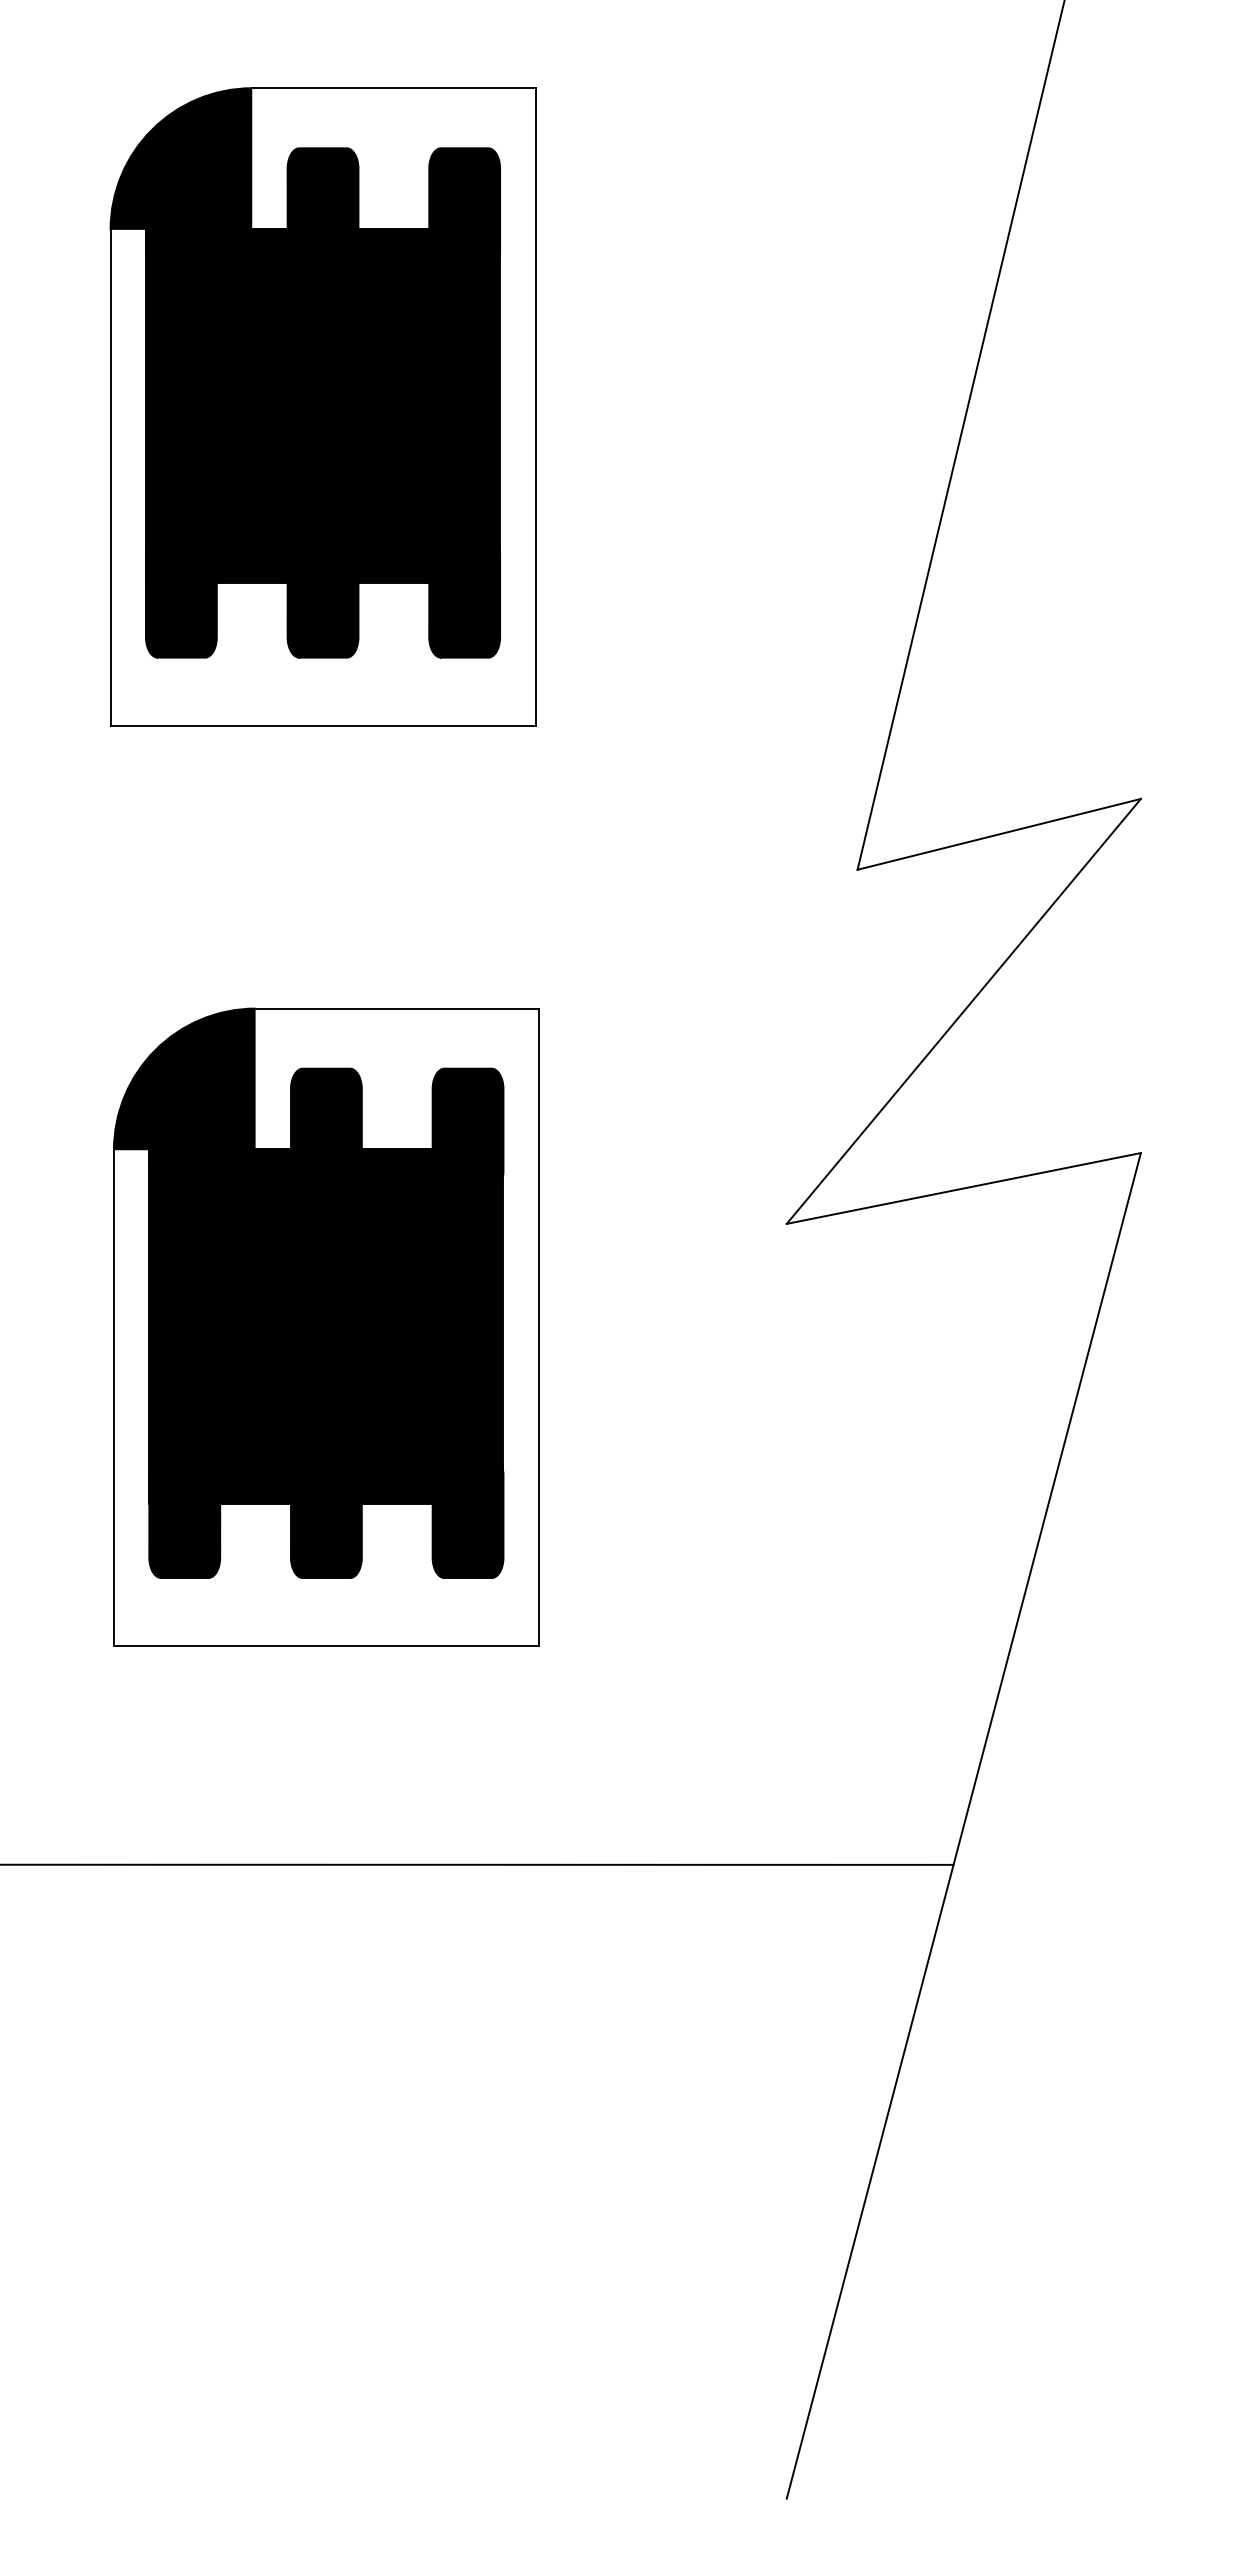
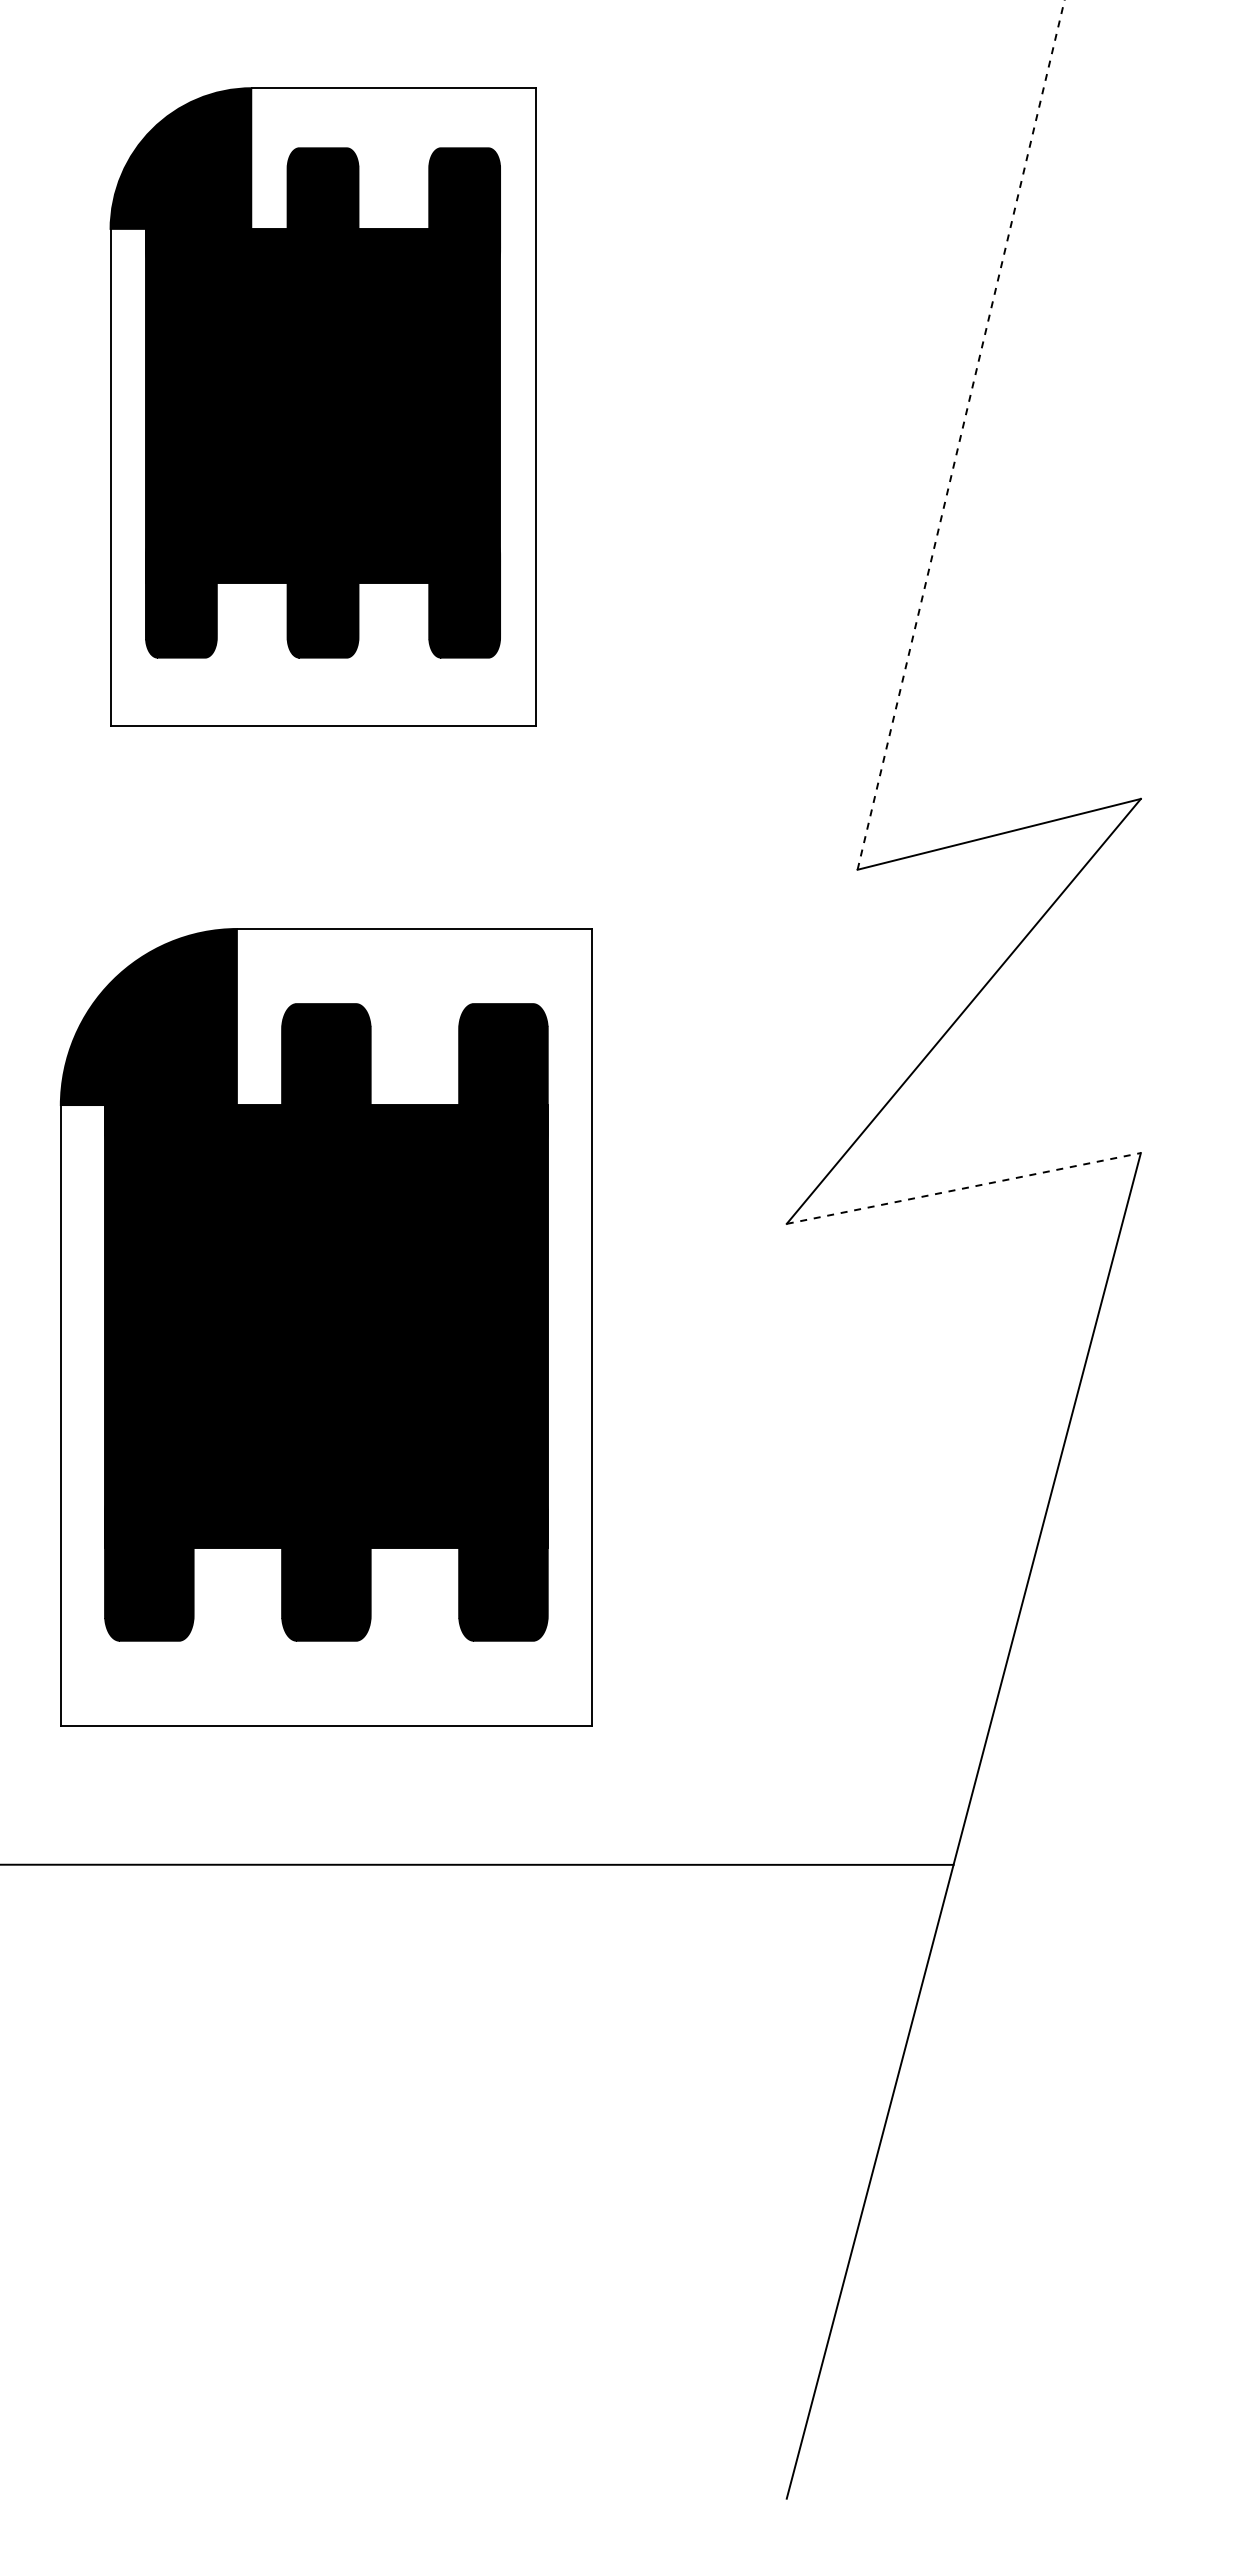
line at (961, 434): solid -> dashed
line at (963, 1188): solid -> dashed
part at (326, 1326) size: 427x640 px -> 534x799 px
